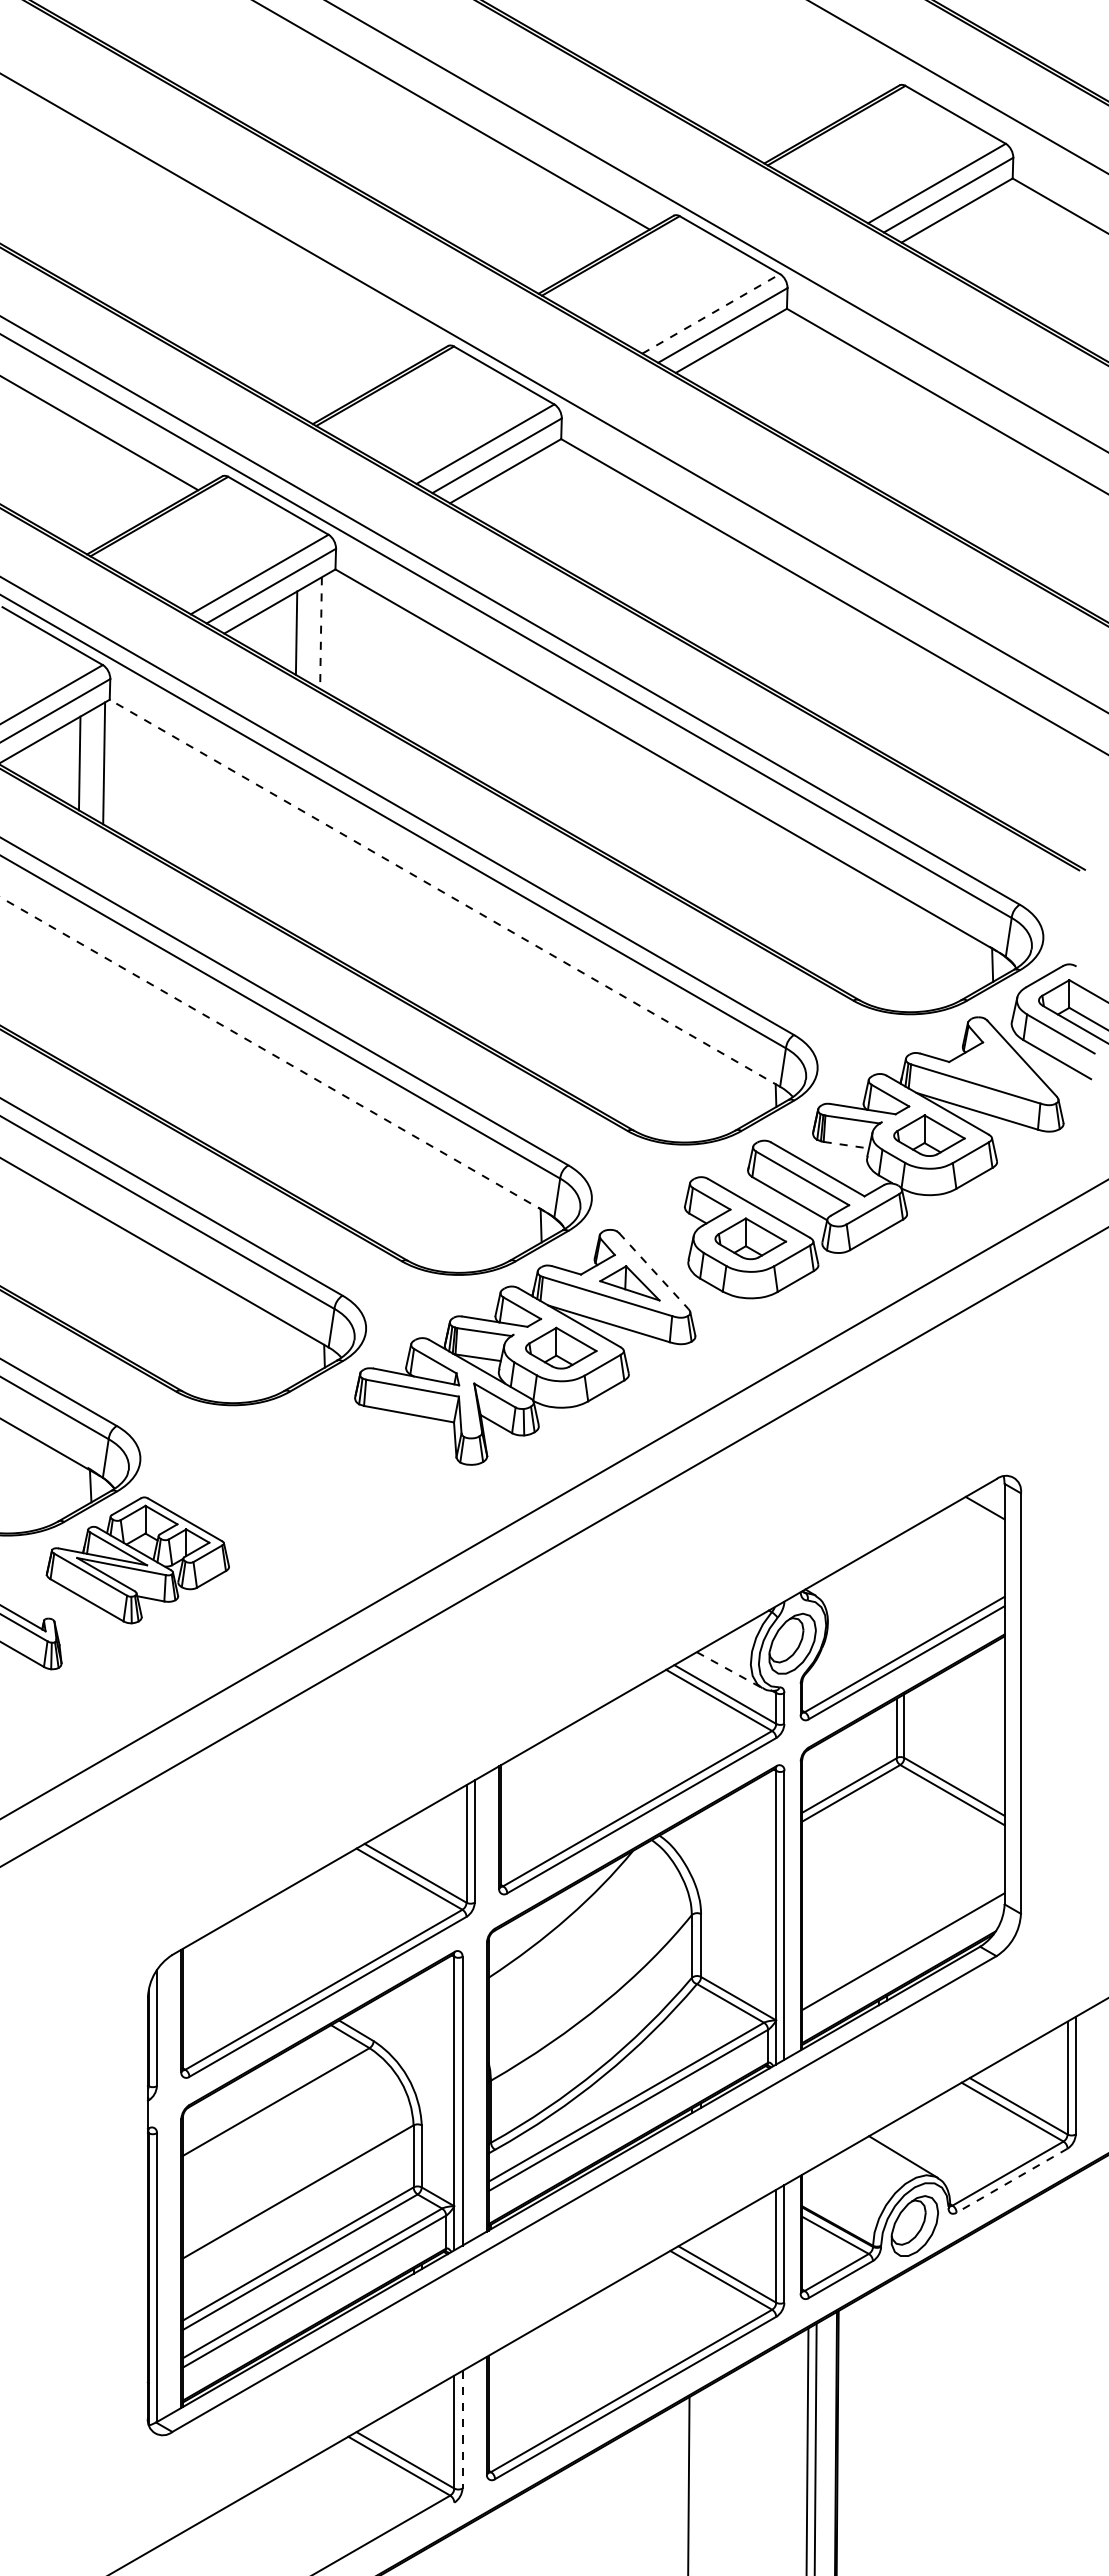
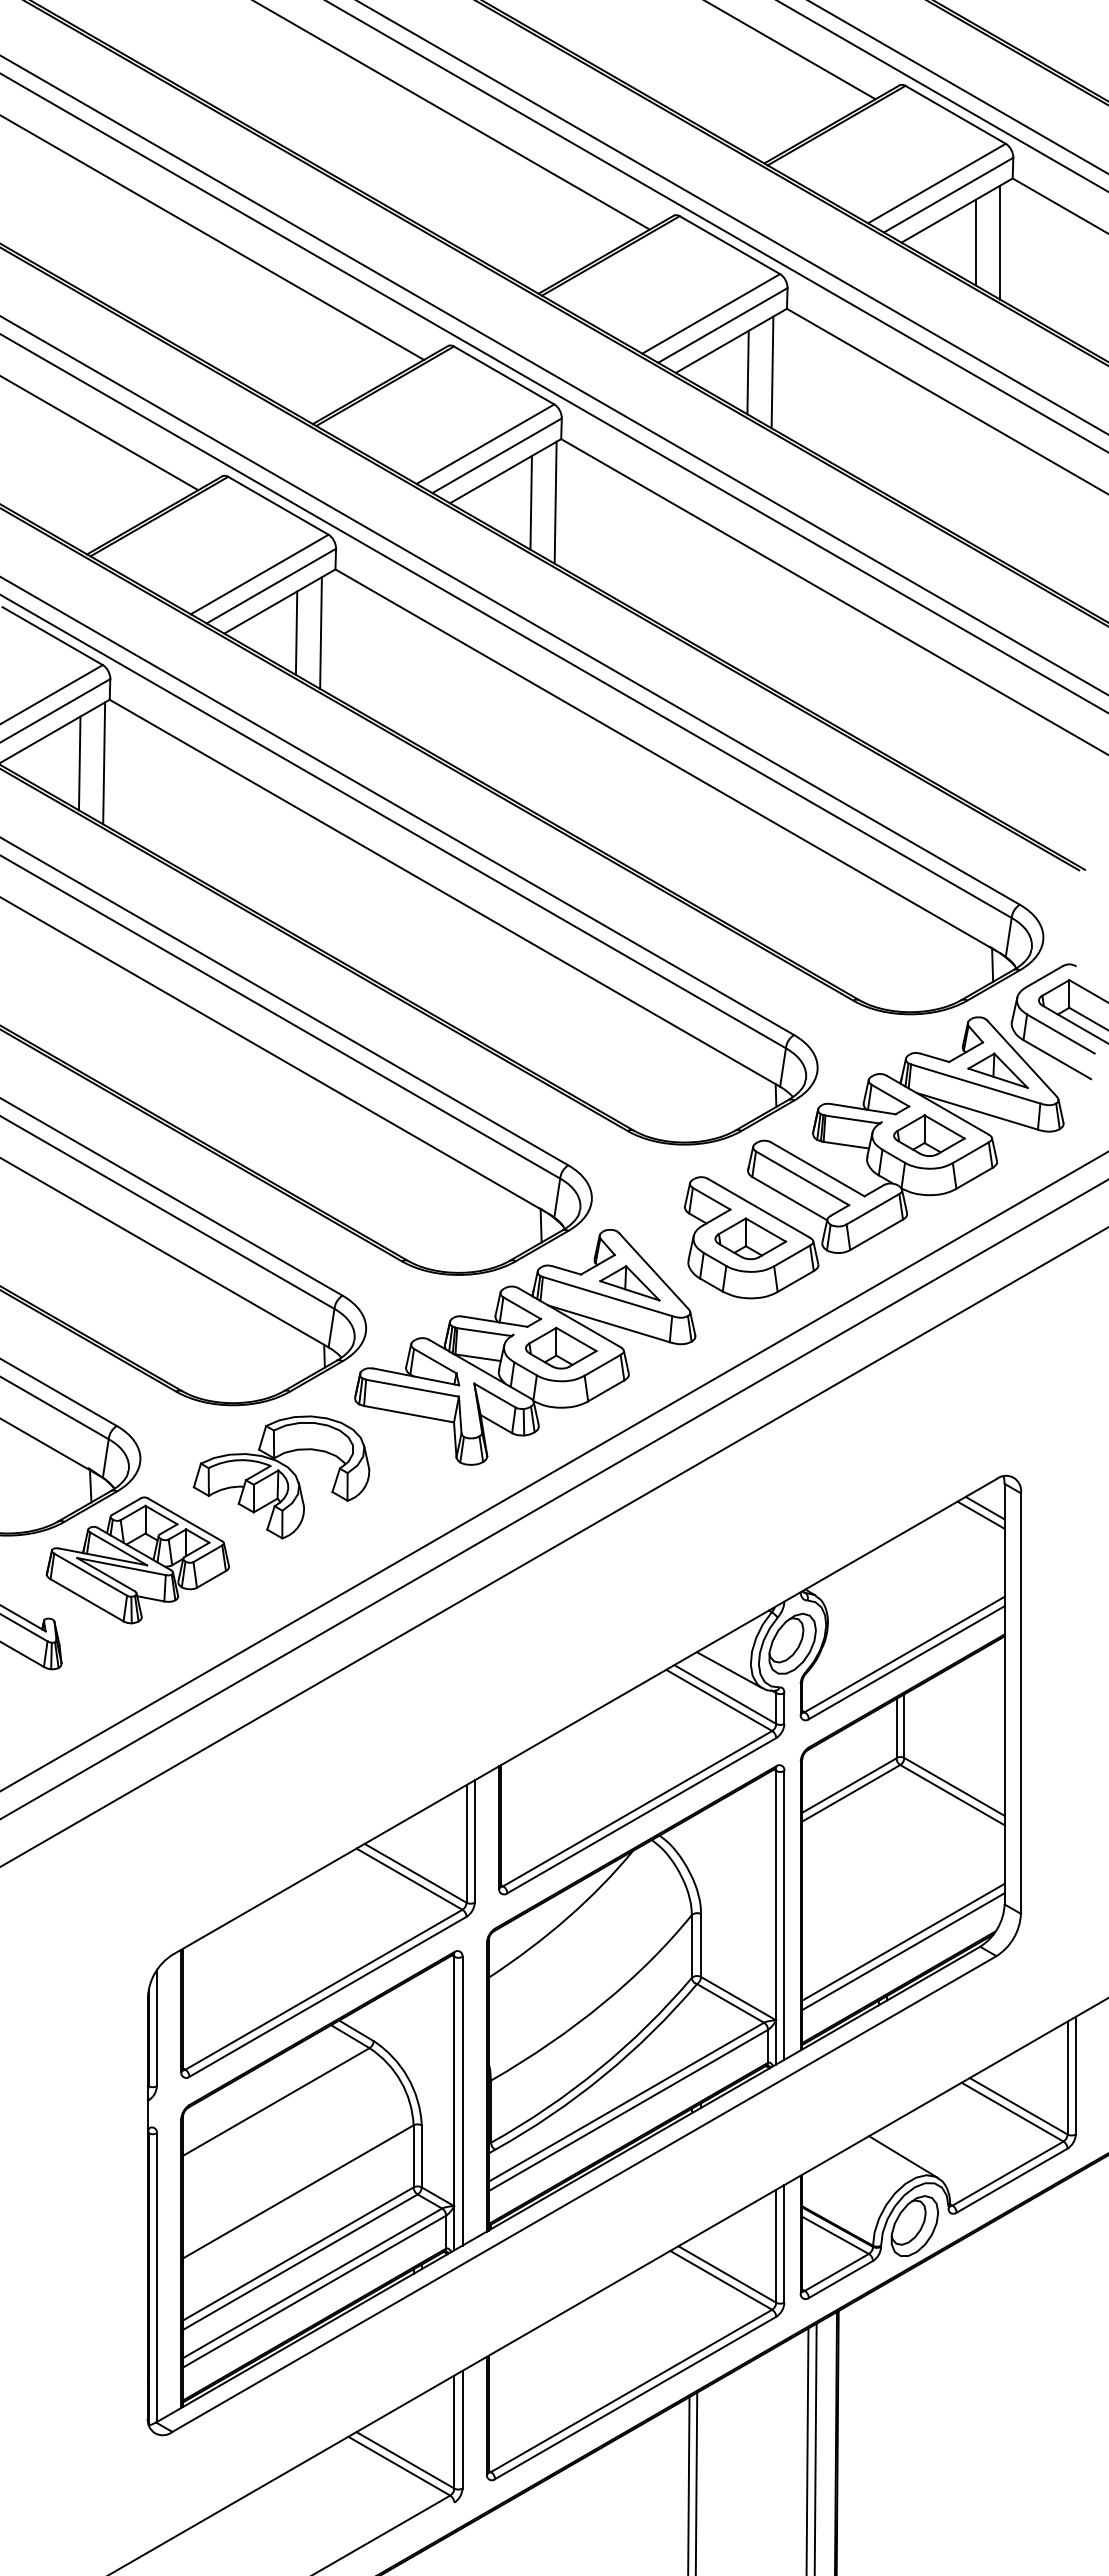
line at (791, 50): none -> present
line at (942, 96): none -> present
line at (732, 217): none -> present
line at (213, 237): none -> present
line at (975, 242): none -> present
line at (1000, 242): none -> present
line at (711, 313): dashed -> solid
line at (747, 372): none -> present
line at (772, 372): none -> present
line at (553, 374): none -> present
line at (530, 502): none -> present
line at (555, 502): none -> present
line at (321, 633): dashed -> solid
line at (444, 893): dashed -> solid
line at (272, 1054): dashed -> solid
part at (997, 1070): none -> present
line at (846, 1145): dashed -> solid
line at (654, 1271): dashed -> solid
line at (553, 1471): none -> present
part at (281, 1477): none -> present
line at (980, 1514): none -> present
line at (729, 1670): dashed -> solid
line at (903, 1941): none -> present
line at (1011, 2180): dashed -> solid
line at (462, 2429): dashed -> solid
line at (696, 2482): none -> present
